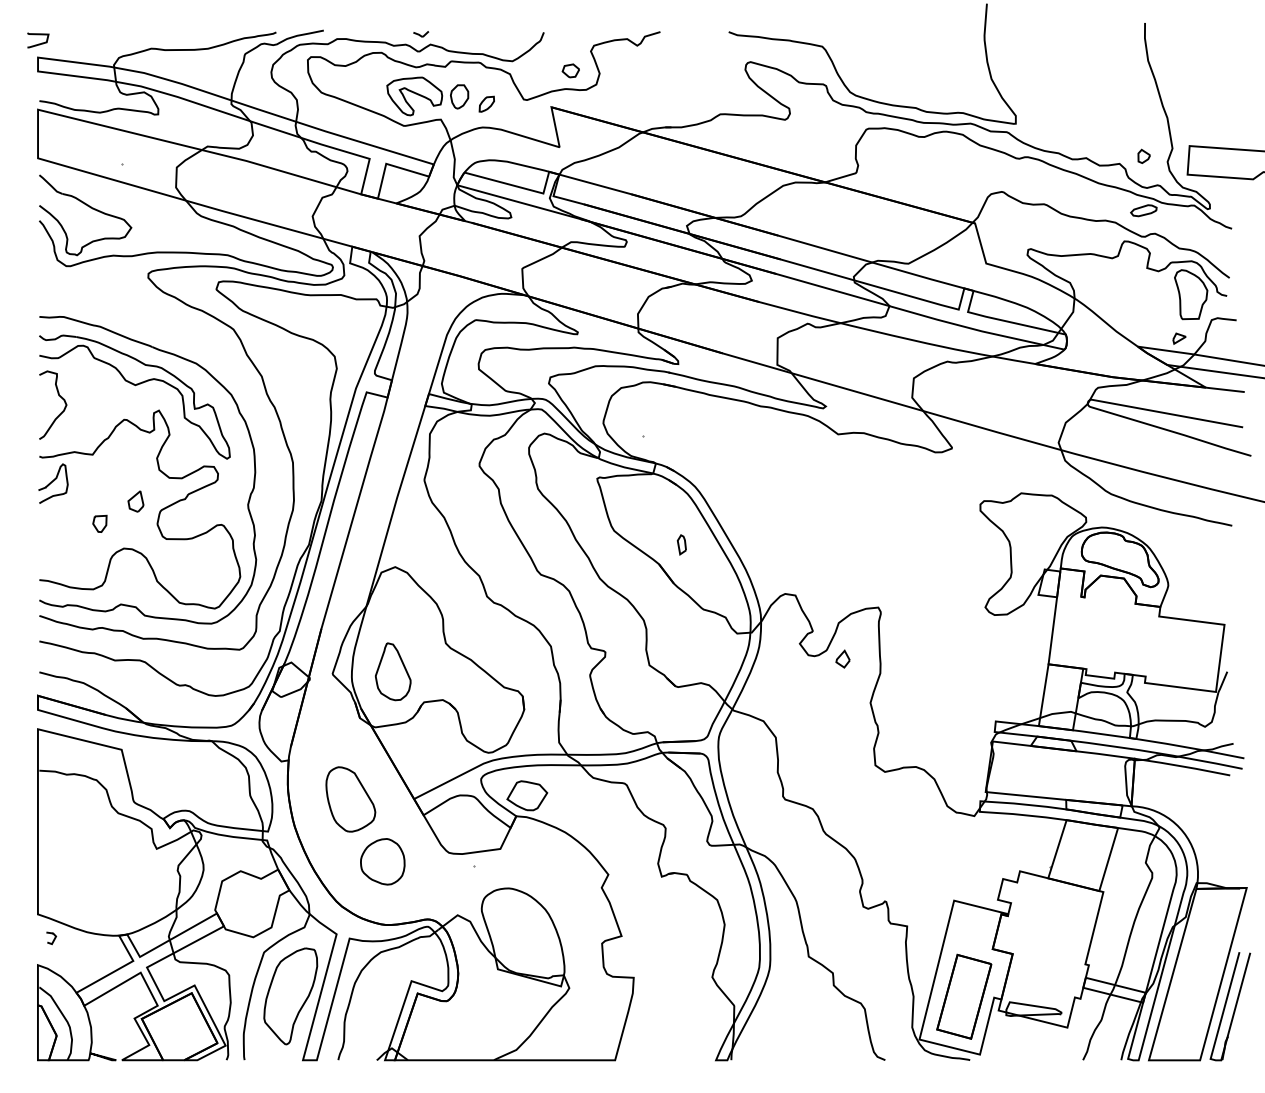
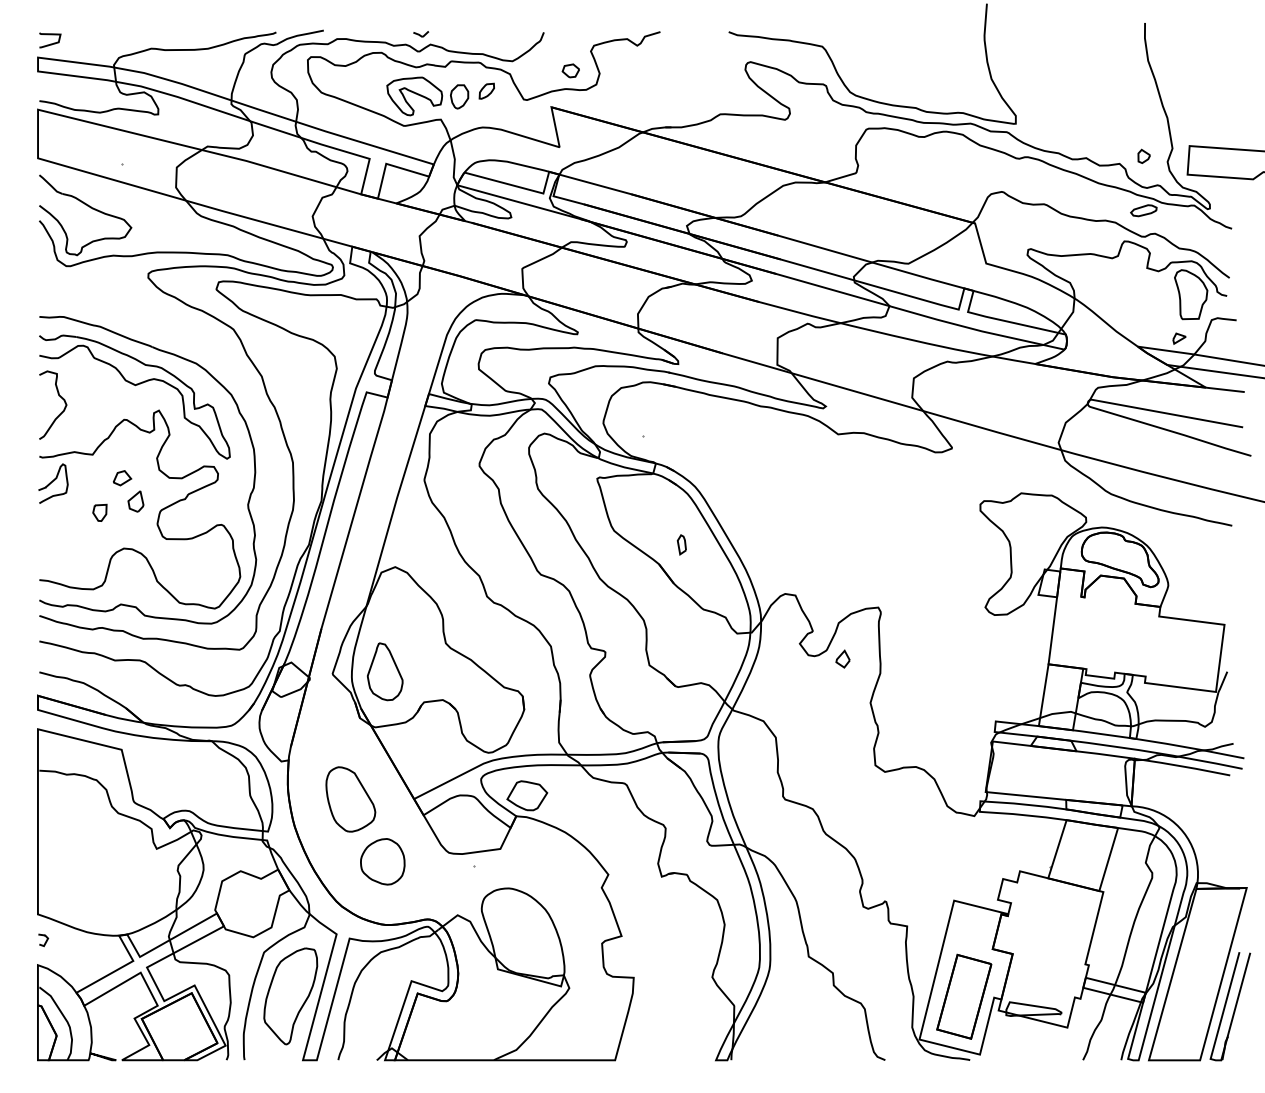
curve at (38, 43) position: (38, 43) -> (50, 43)
part at (486, 103) position: (486, 103) -> (486, 90)
part at (122, 478): none -> present
part at (99, 523) position: (99, 523) -> (99, 512)
part at (392, 671) position: (392, 671) -> (384, 671)
part at (51, 938) position: (51, 938) -> (43, 940)
